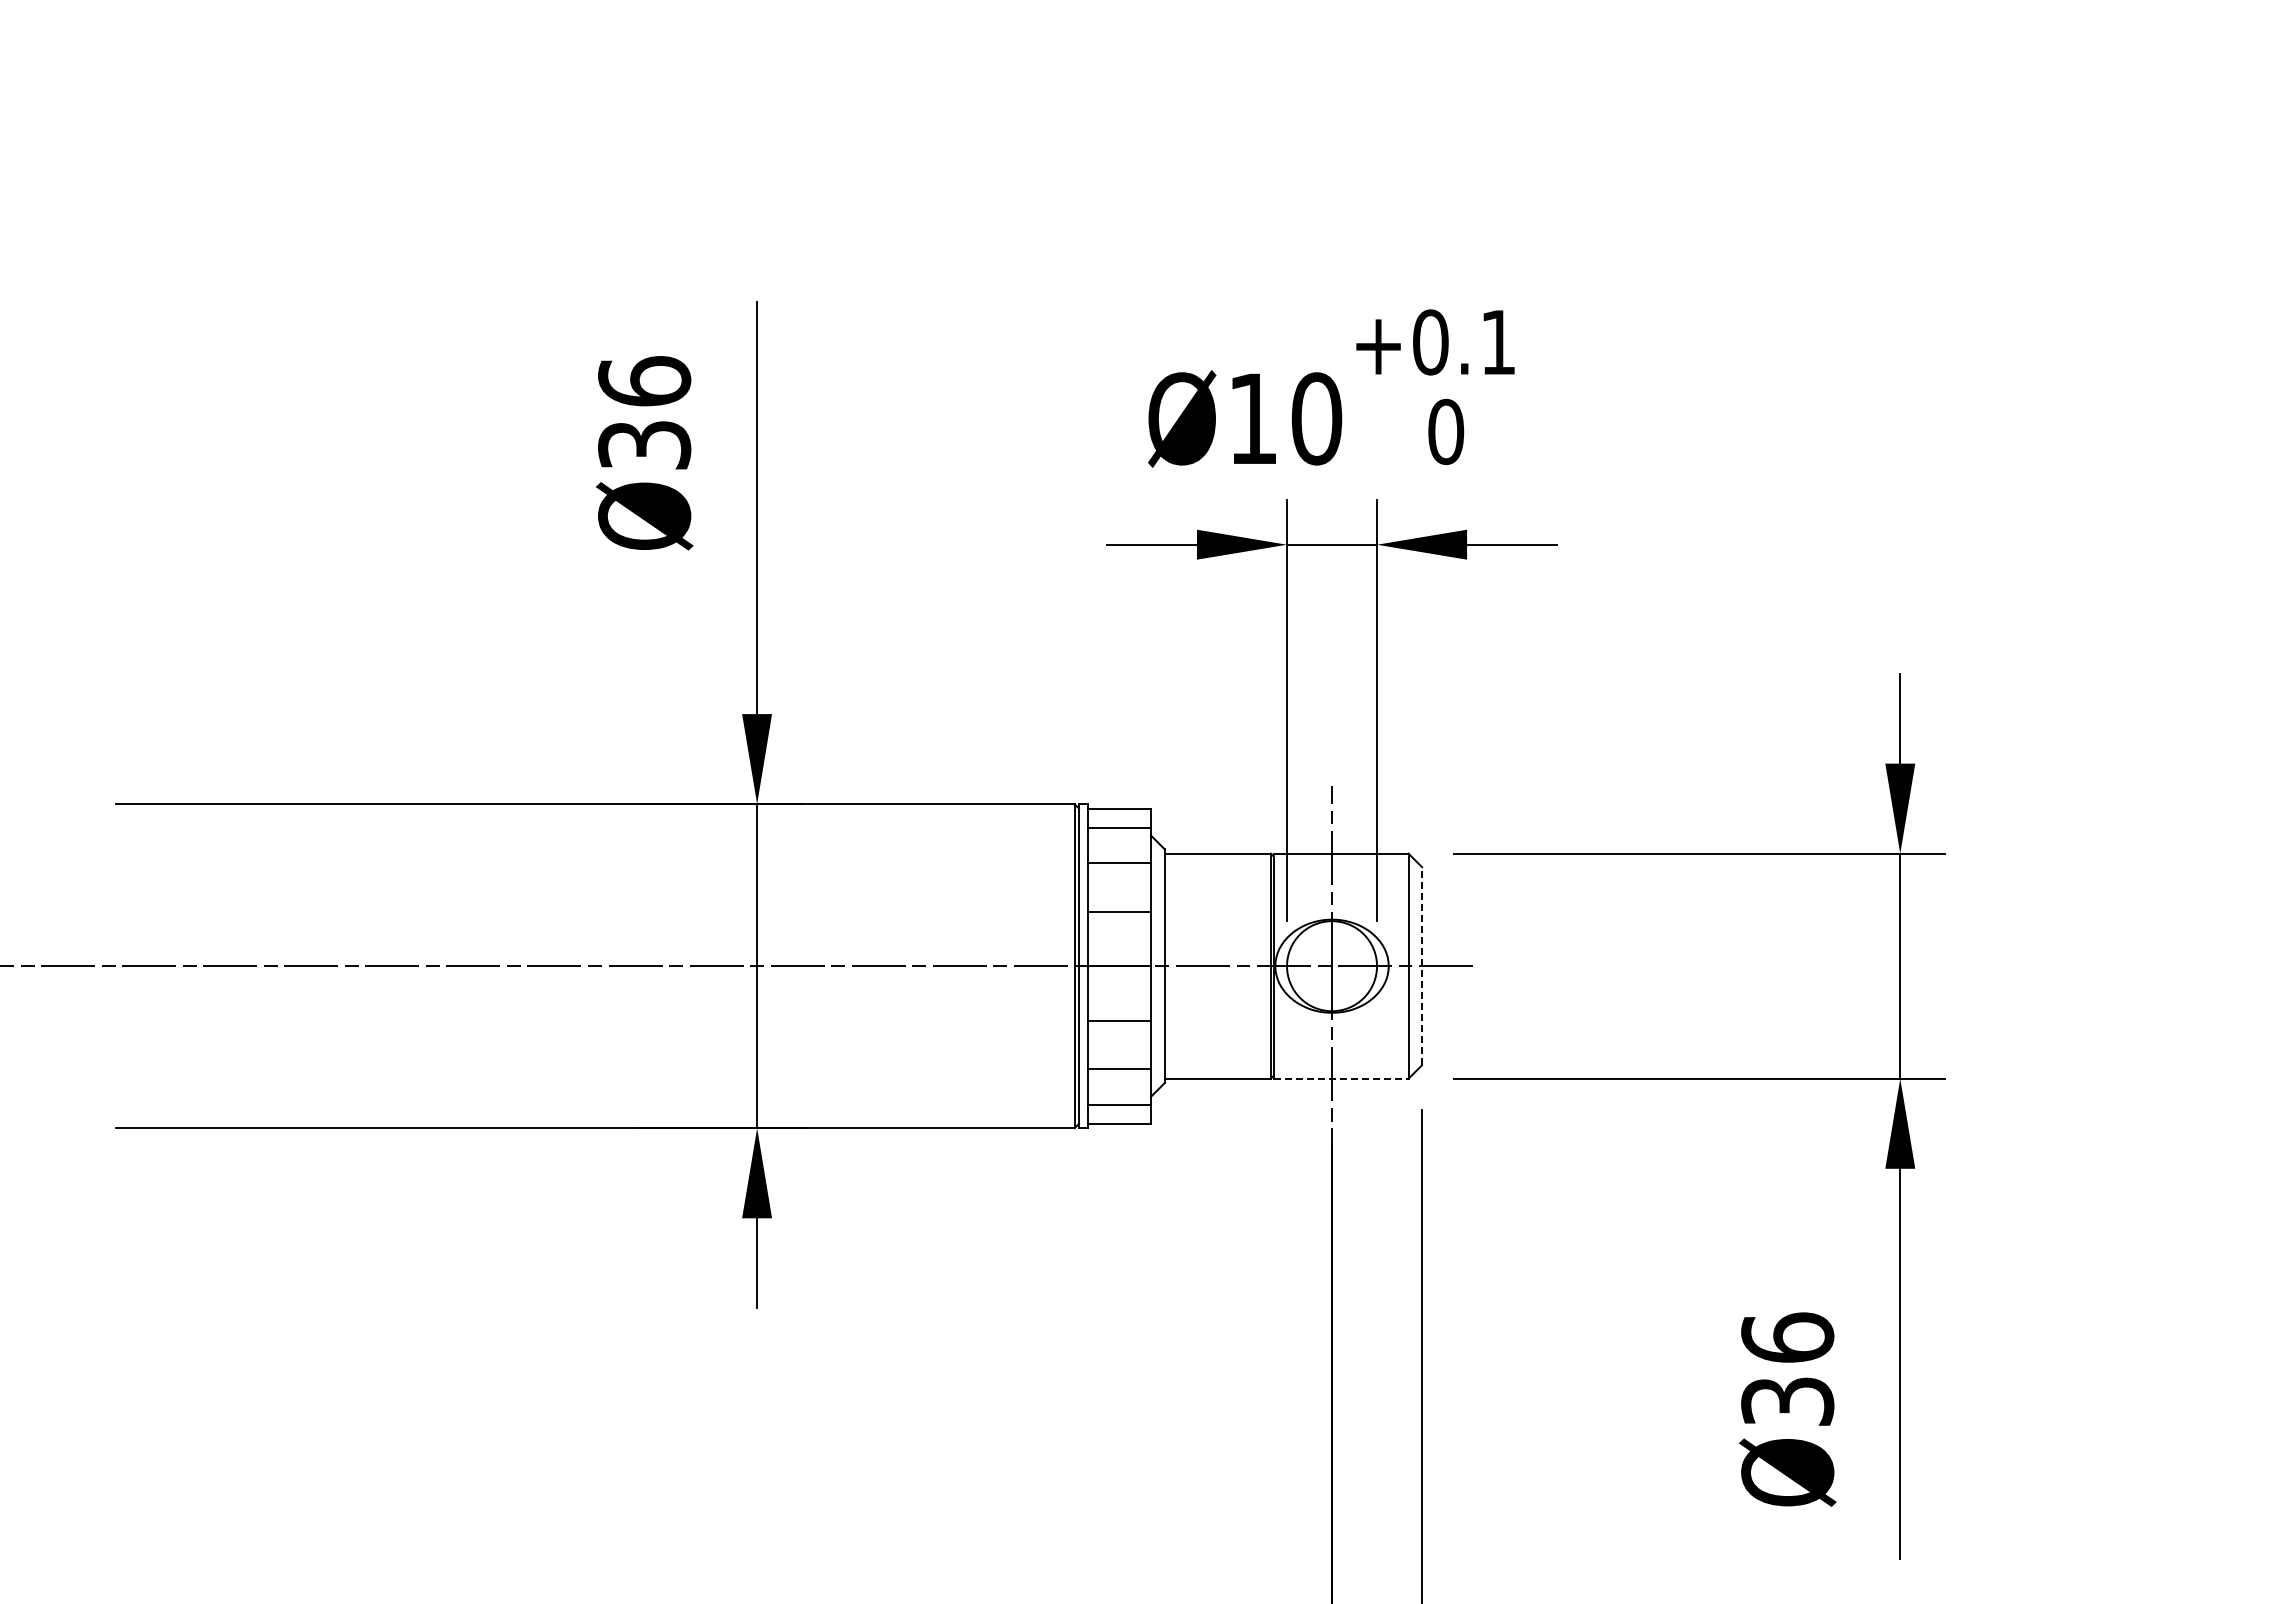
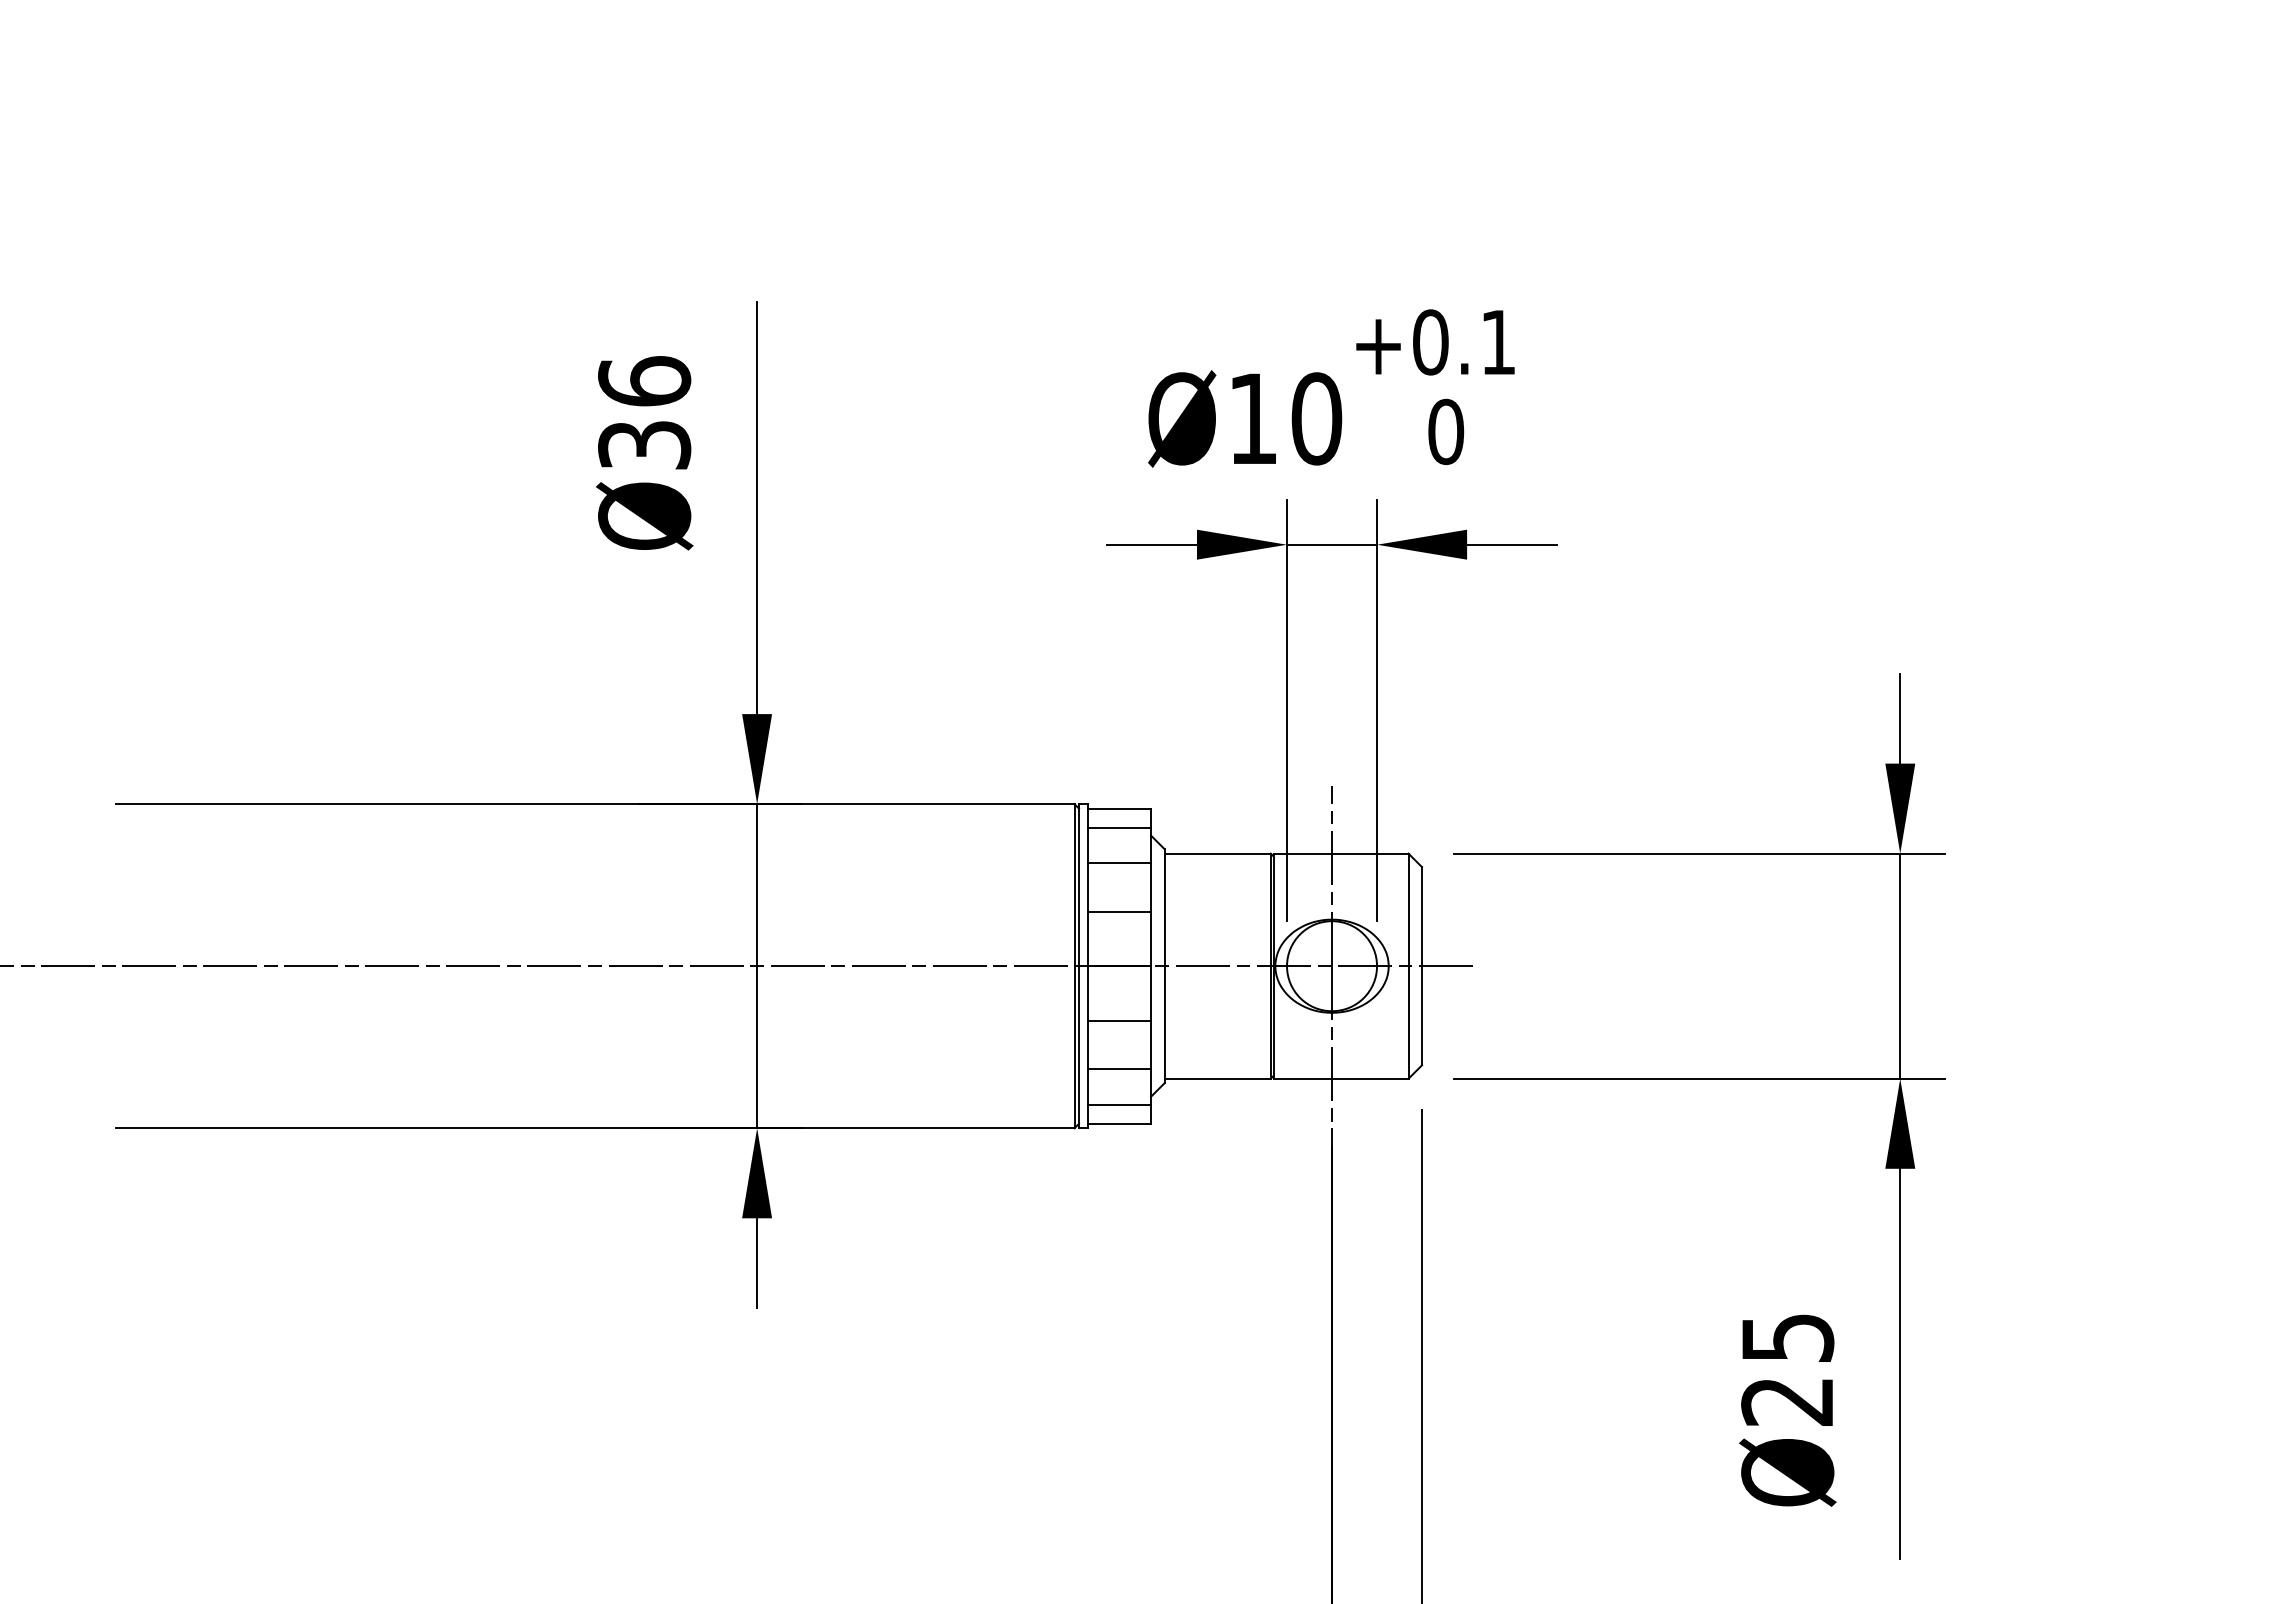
line at (1422, 965): dashed -> solid
line at (1341, 1078): dashed -> solid
text at (1787, 1368): Ø36 -> Ø25
